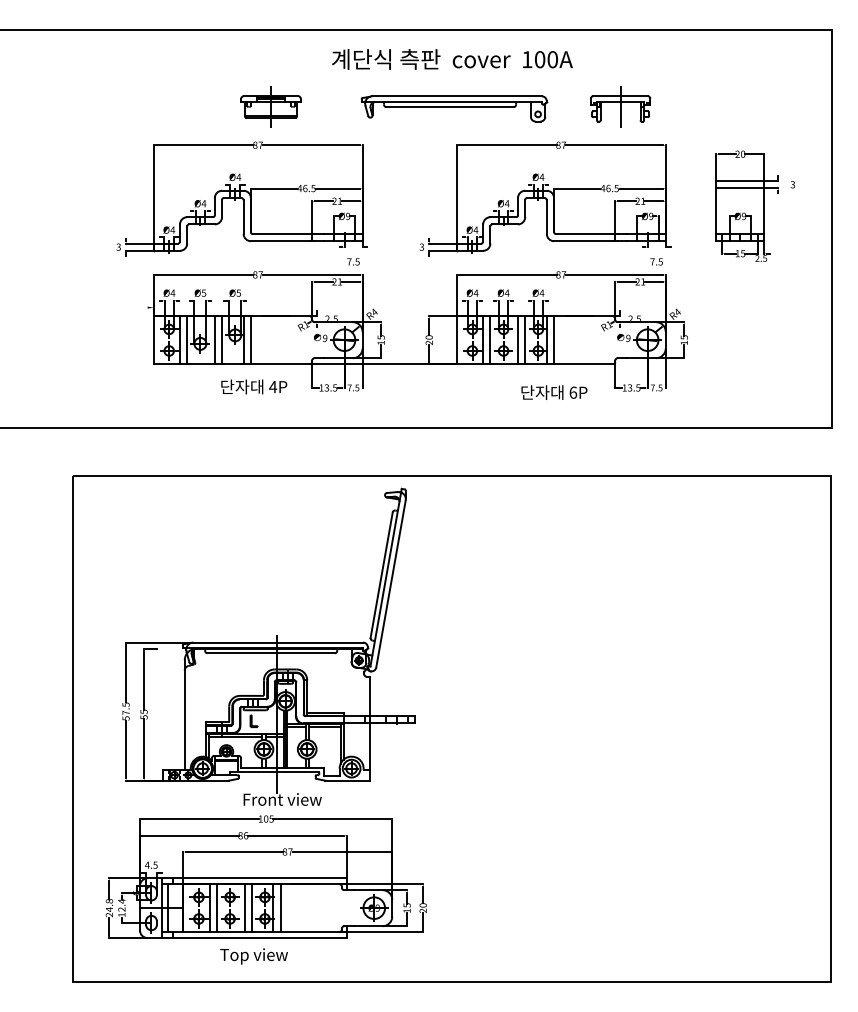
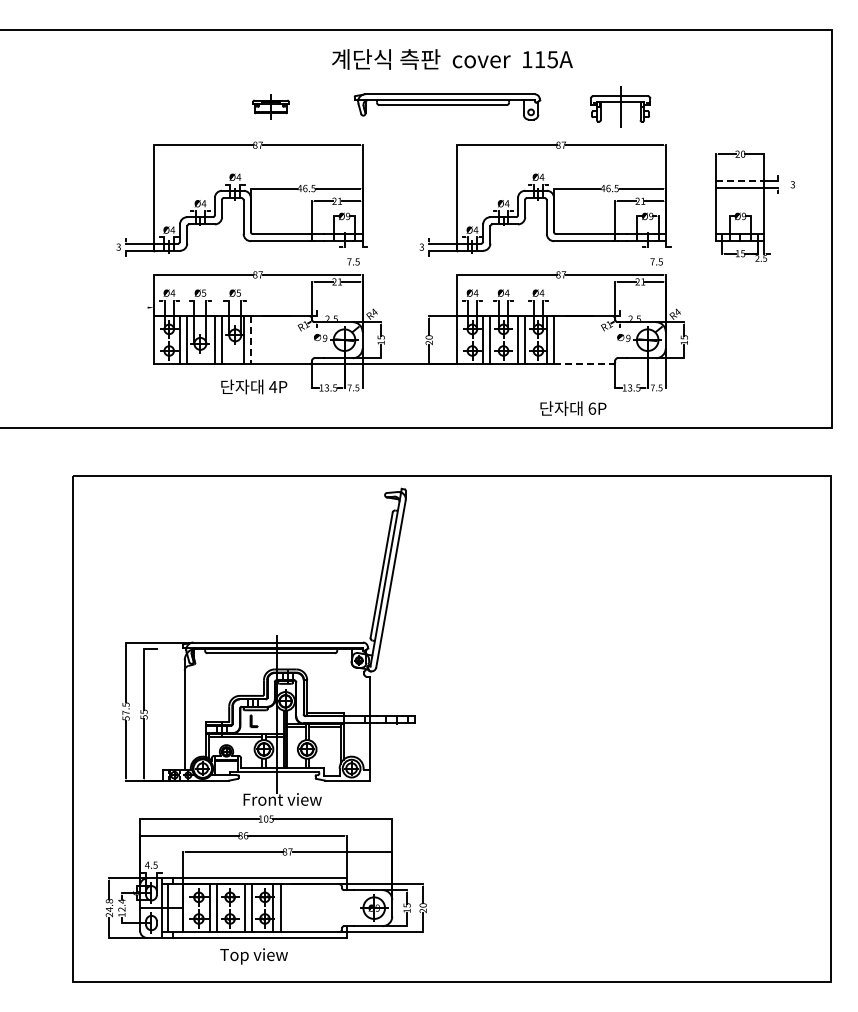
text at (546, 59): 100A -> 115A
part at (270, 106) size: 62x42 px -> 38x26 px
part at (454, 108) position: (454, 108) -> (447, 106)
line at (740, 181): solid -> dashed
line at (250, 340): solid -> dashed
line at (583, 364): solid -> dashed
text at (554, 392) position: (554, 392) -> (573, 408)
